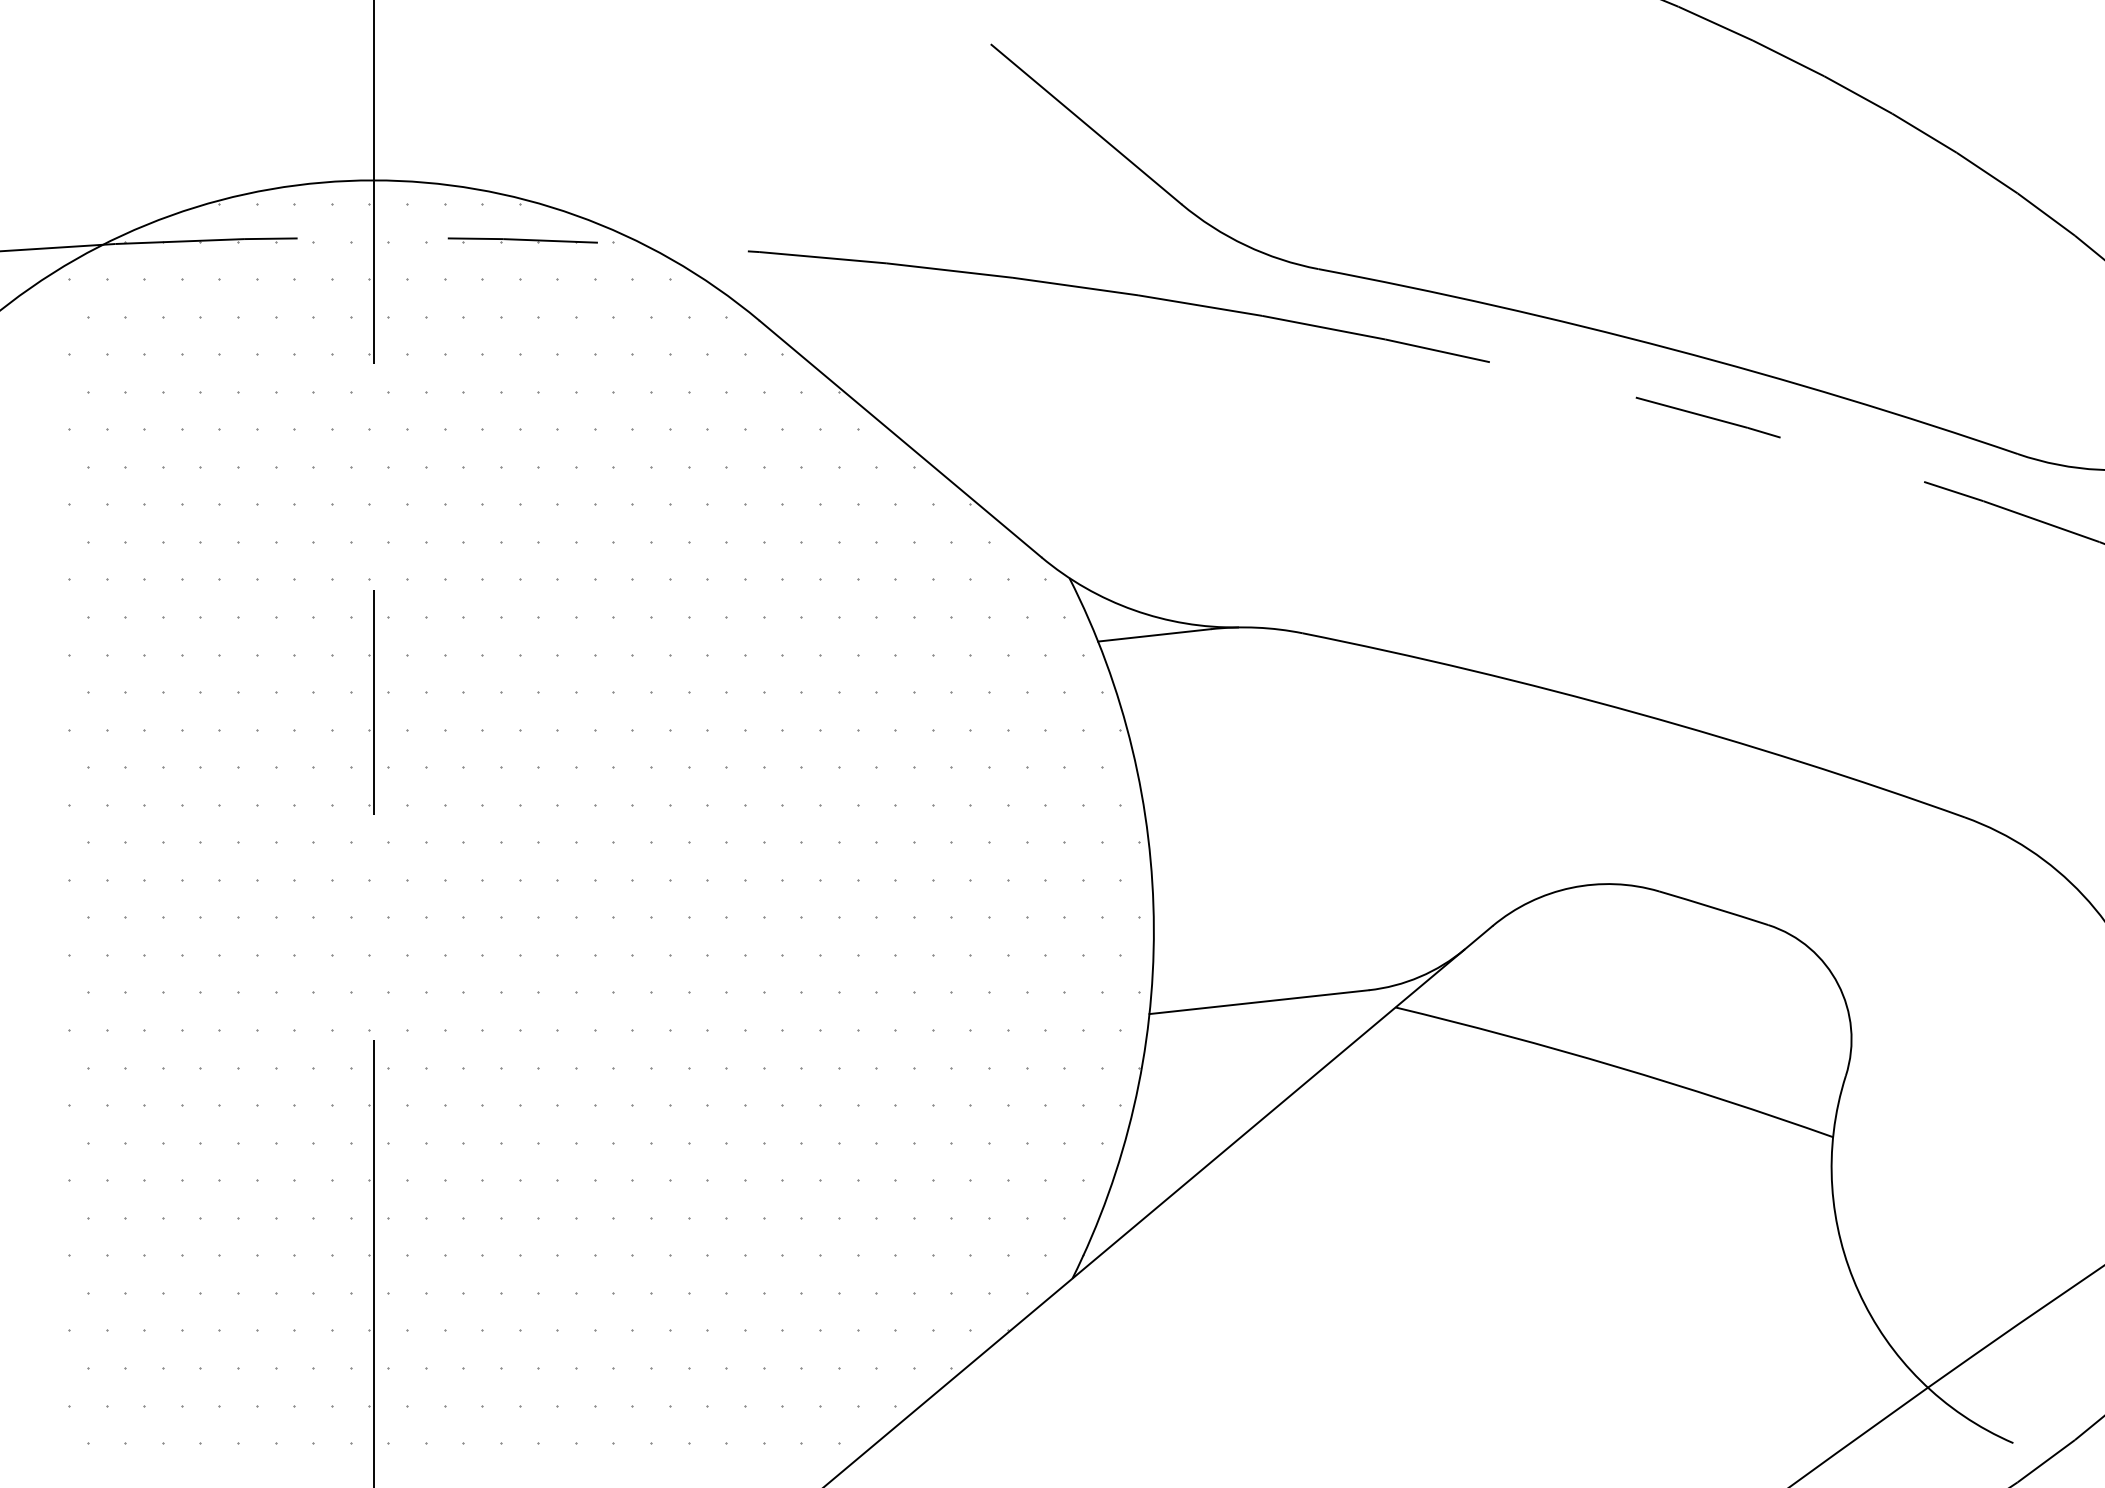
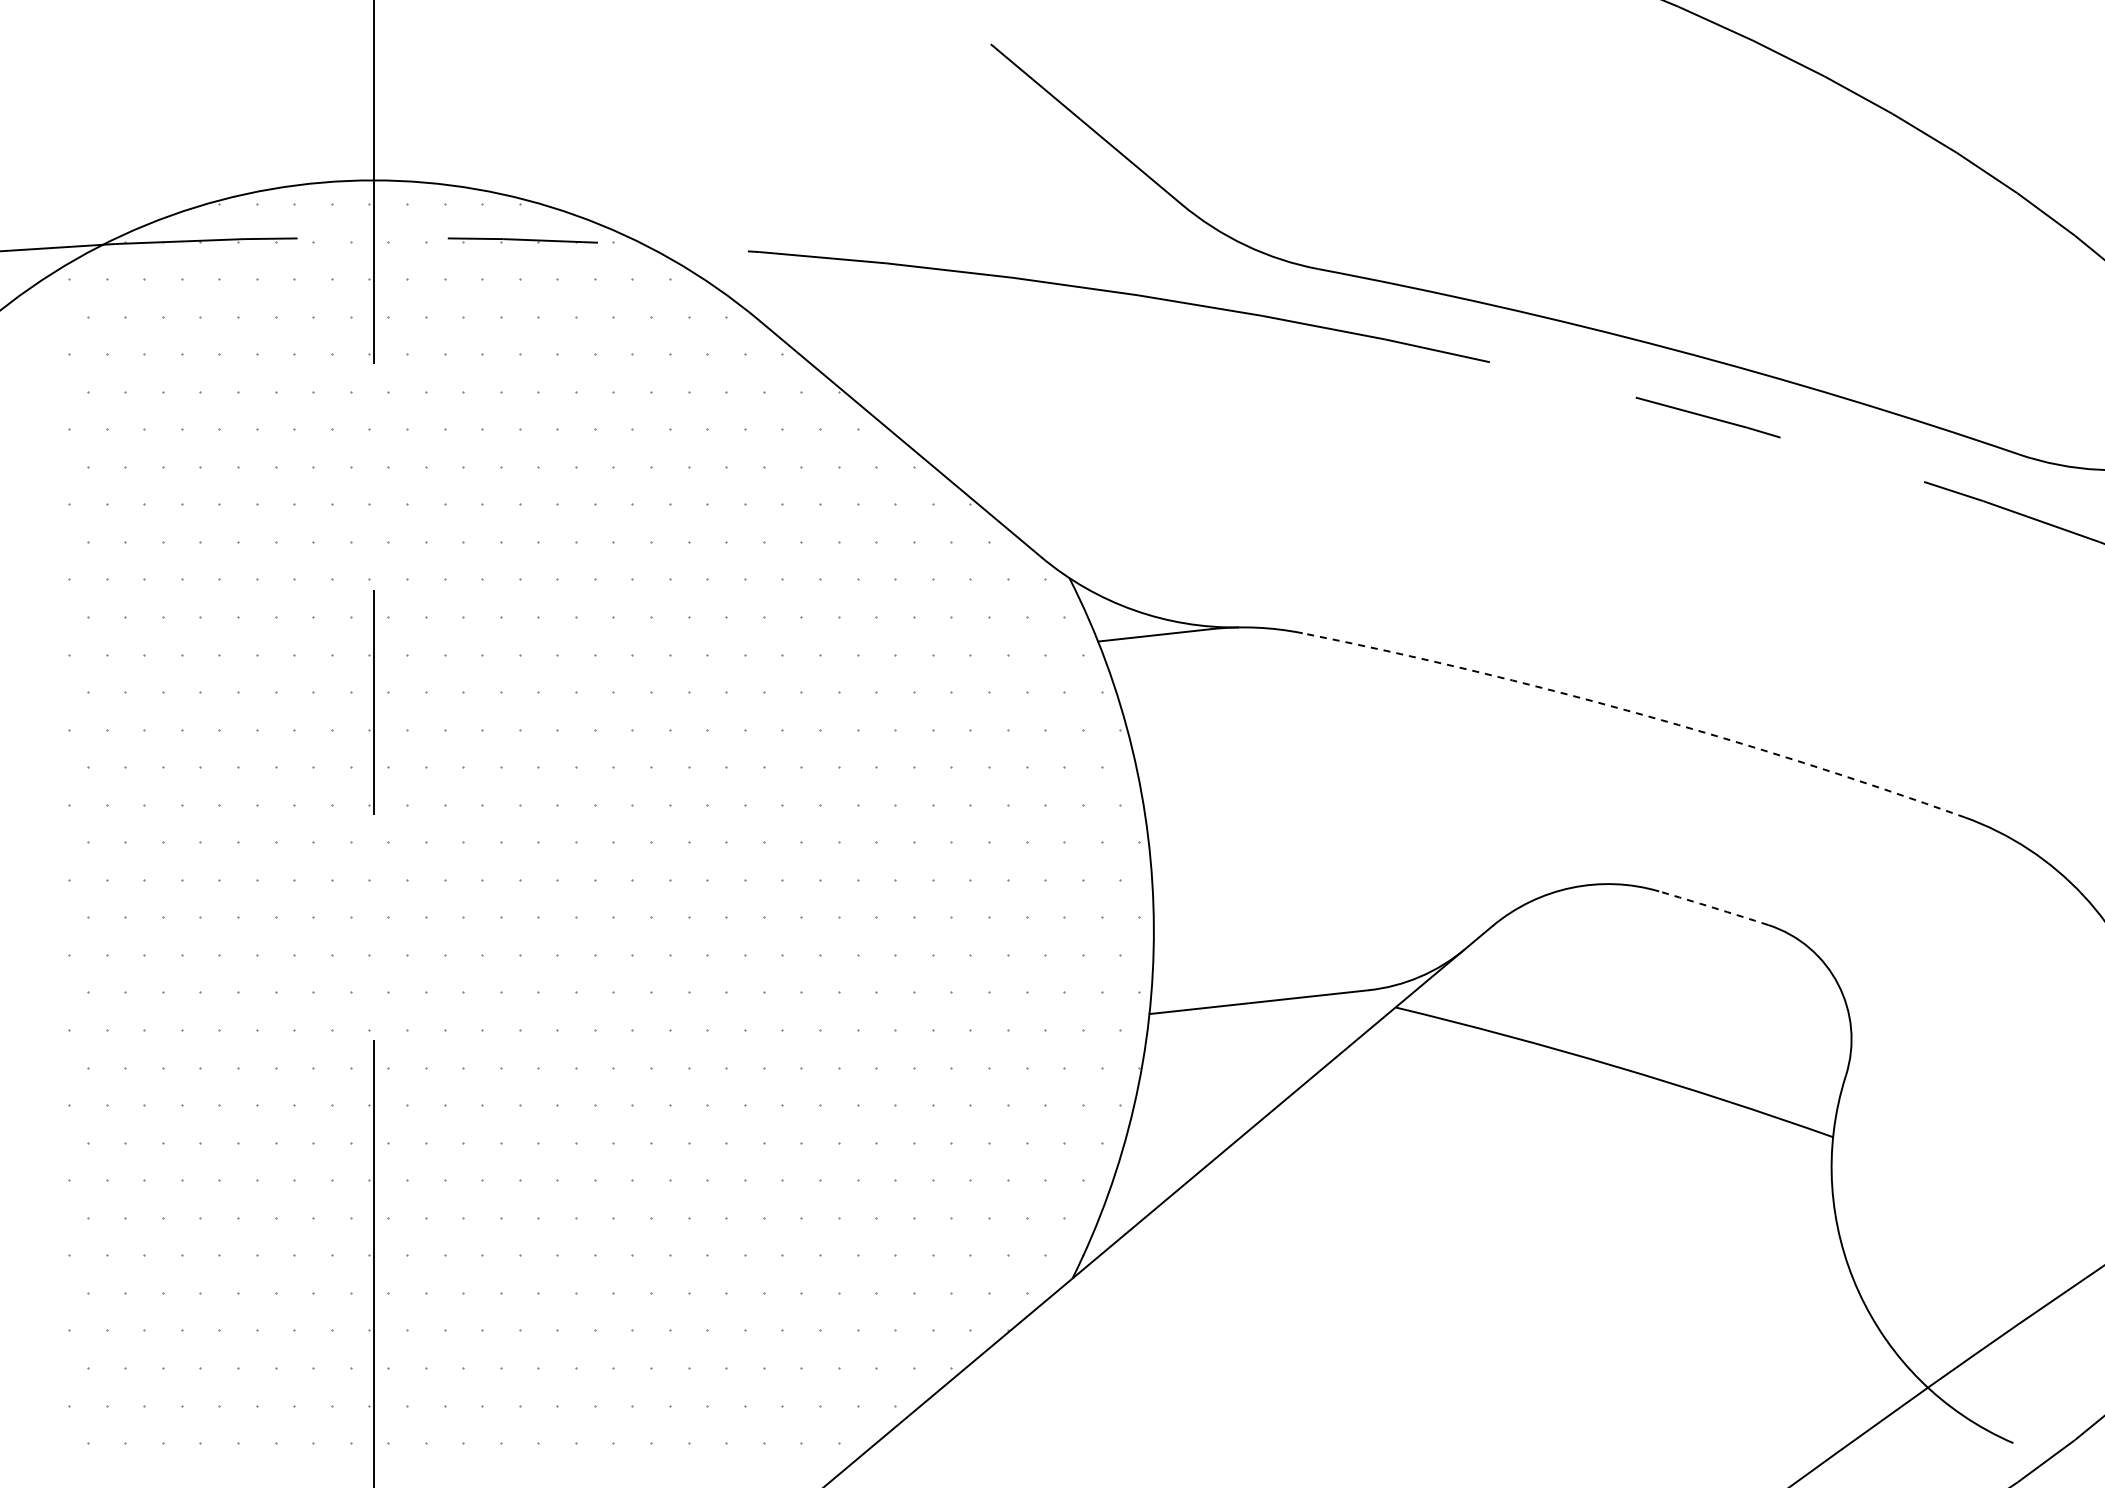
arc at (1637, 713): solid -> dashed
arc at (1713, 907): solid -> dashed
